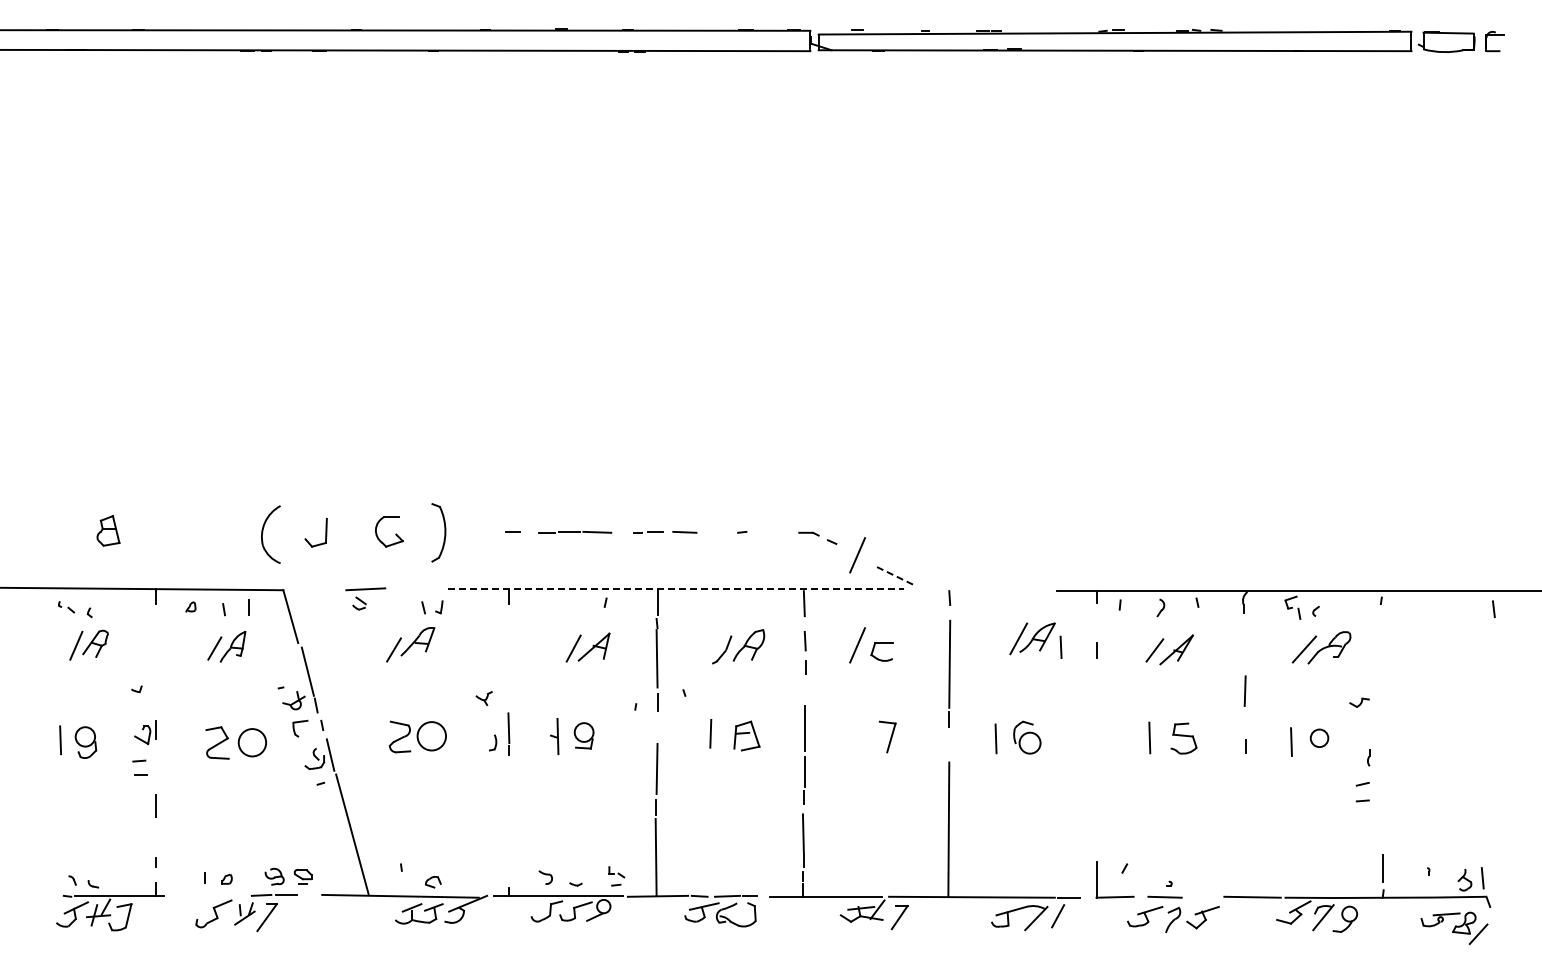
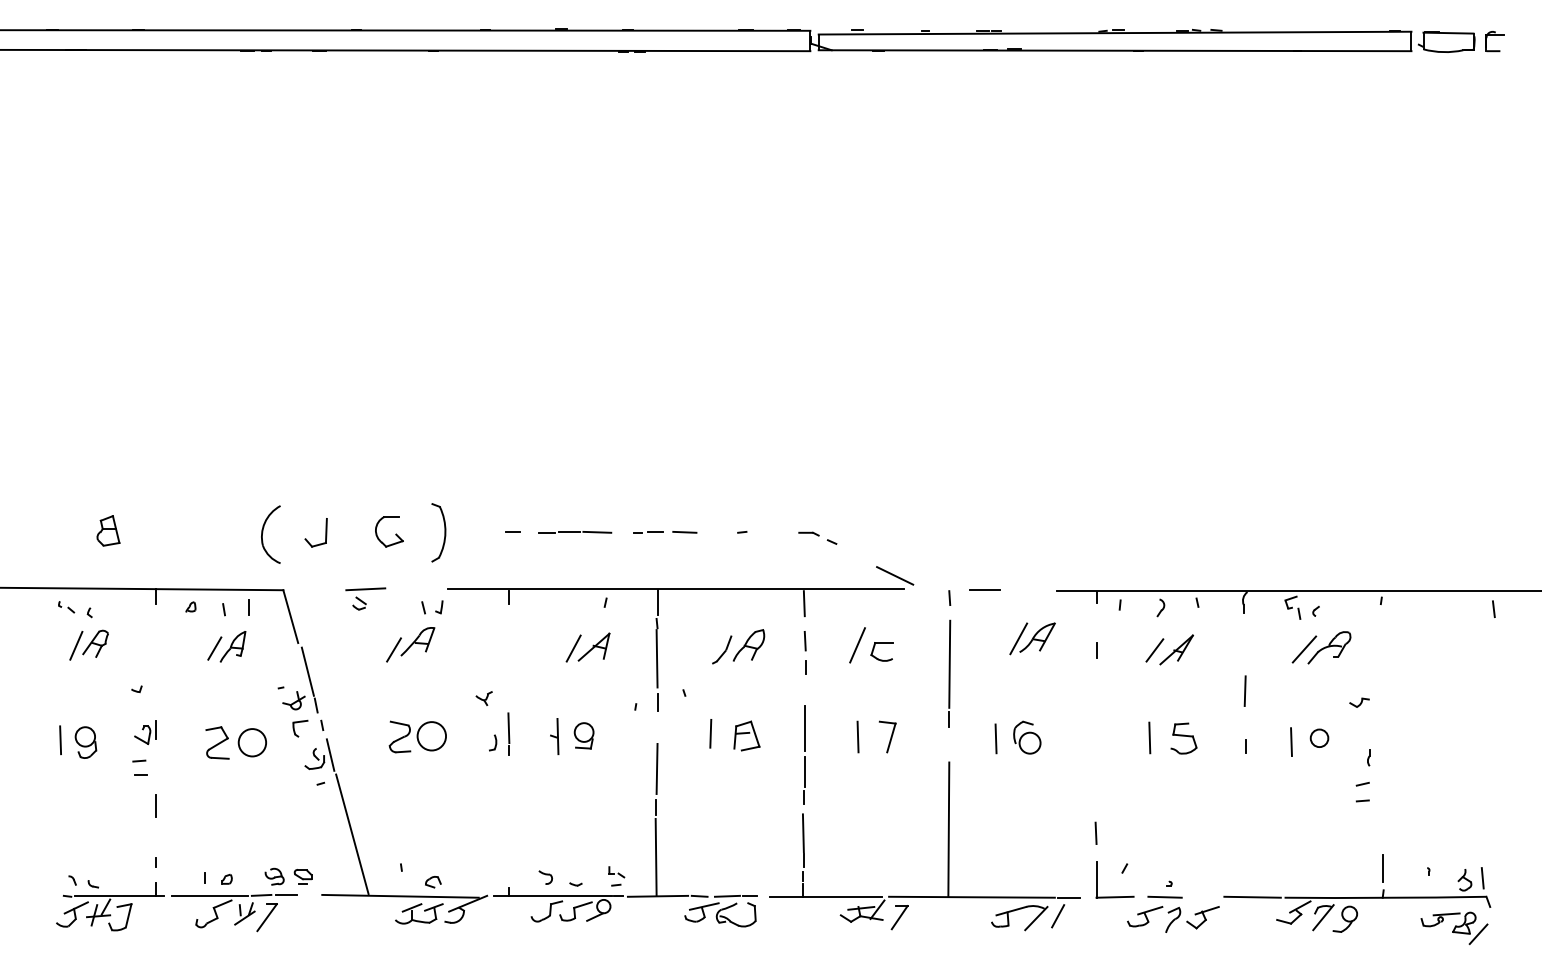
line at (857, 555): present -> none
line at (895, 576): dashed -> solid
line at (676, 589): dashed -> solid
line at (984, 590): none -> present
line at (1060, 646) position: (1060, 646) -> (1095, 832)
line at (857, 736): none -> present
line at (210, 895): none -> present
